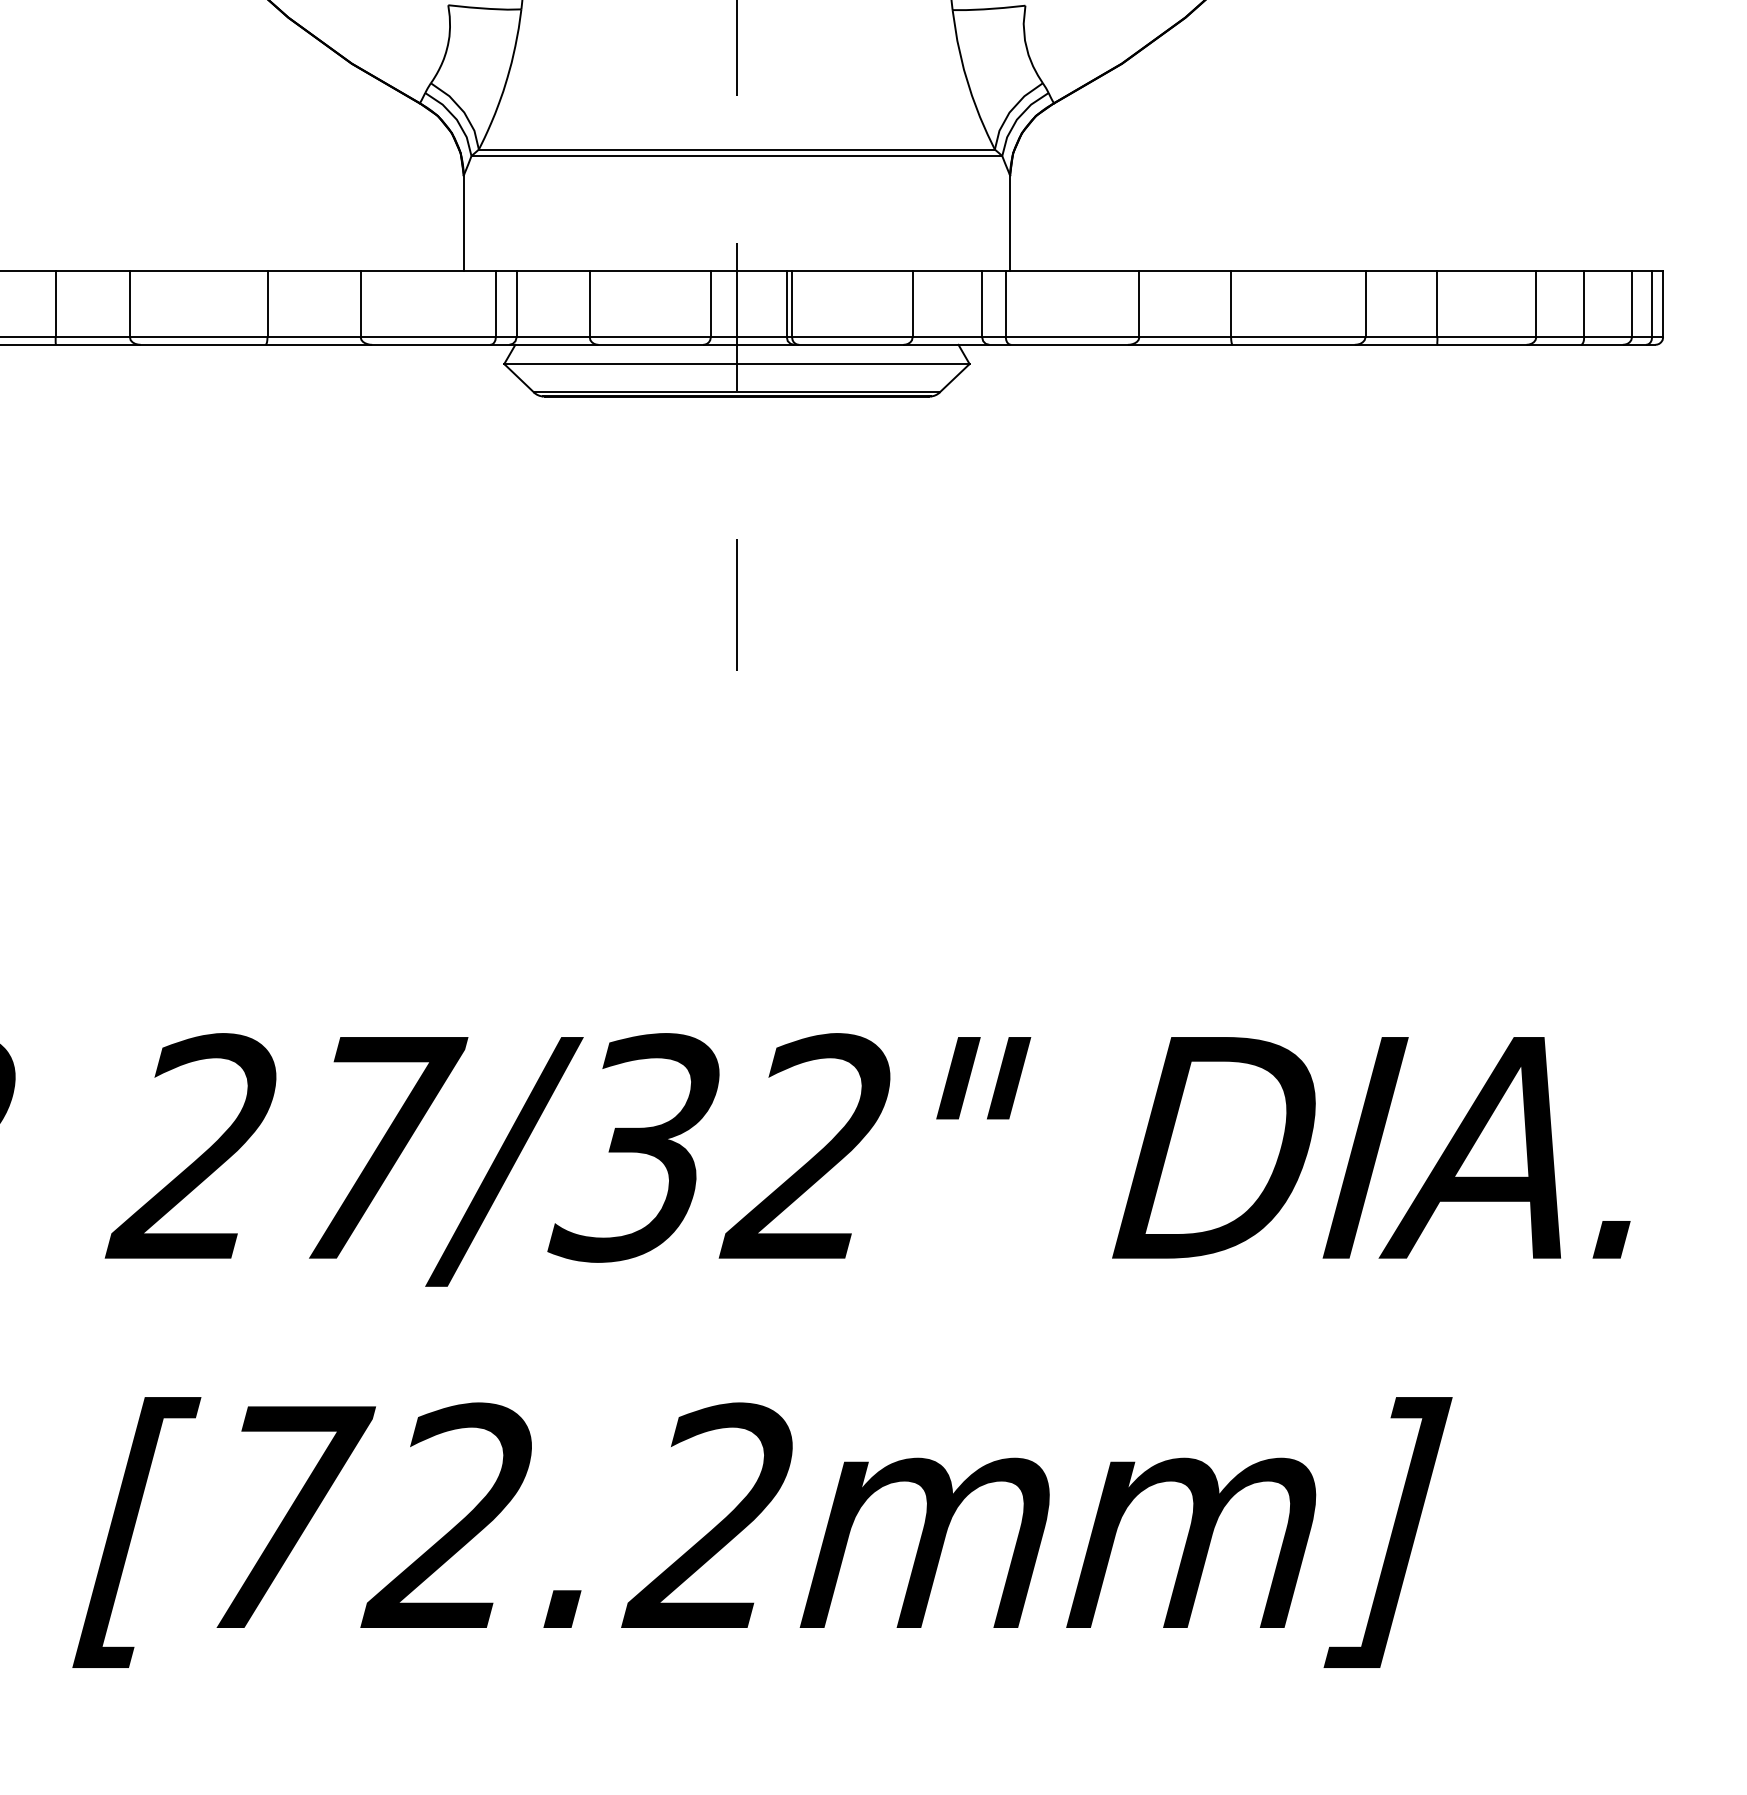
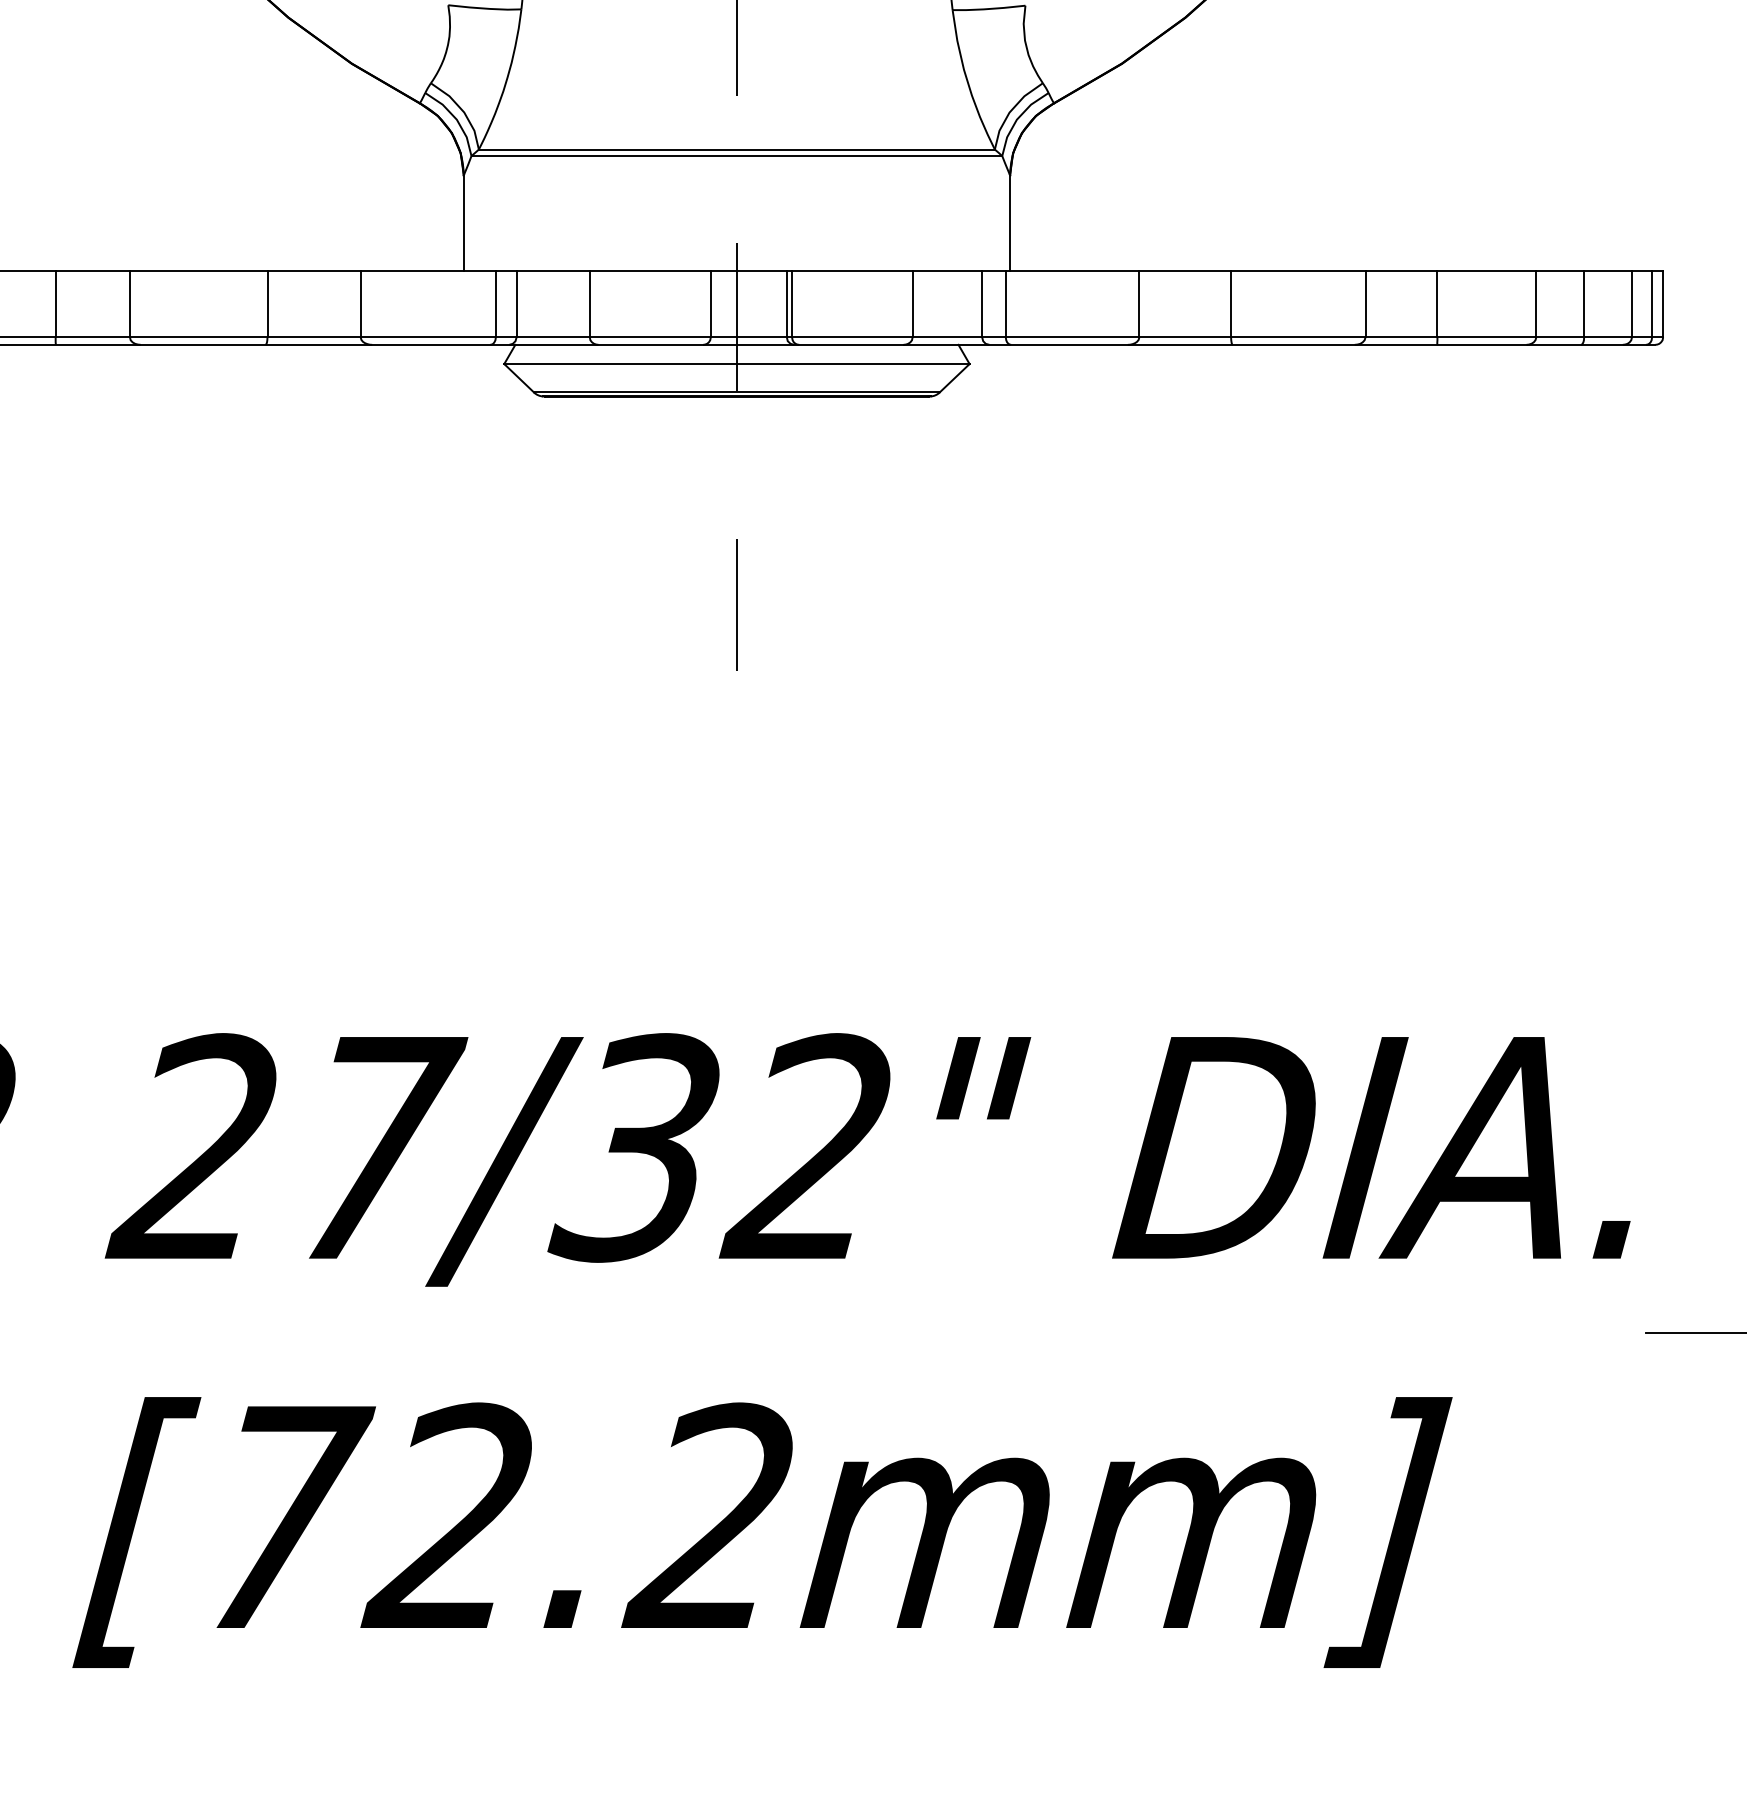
line at (1694, 1332): none -> present
